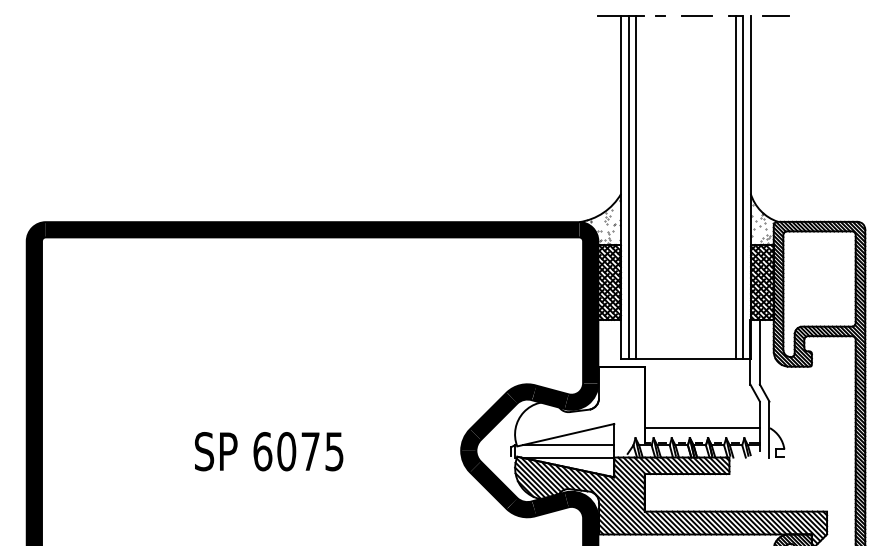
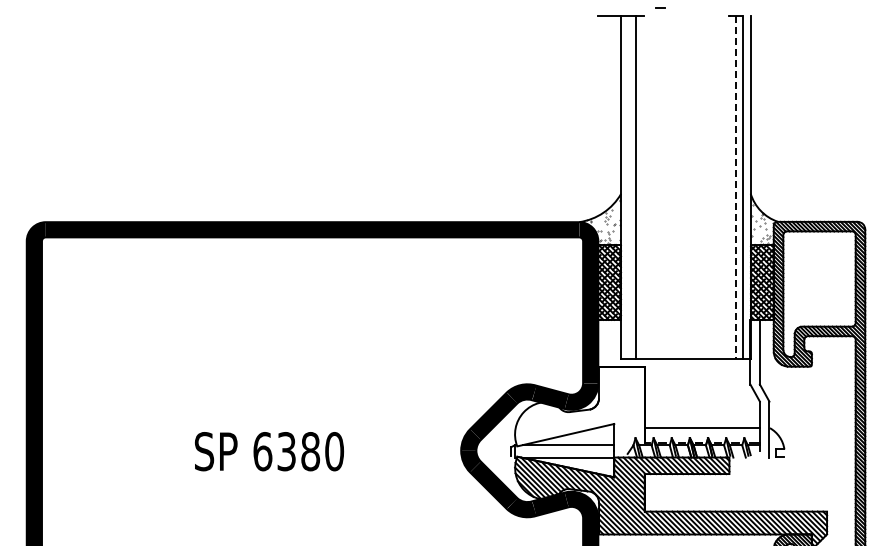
line at (660, 15) position: (660, 15) -> (660, 7)
line at (696, 15): present -> none
line at (775, 16): present -> none
line at (628, 187): present -> none
line at (735, 188): solid -> dashed
text at (310, 451): 6075 -> 6380
